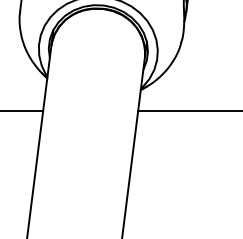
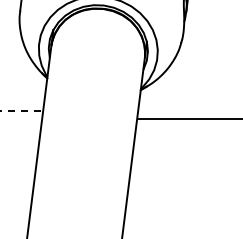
line at (22, 111): solid -> dashed
line at (188, 111) position: (188, 111) -> (188, 119)
